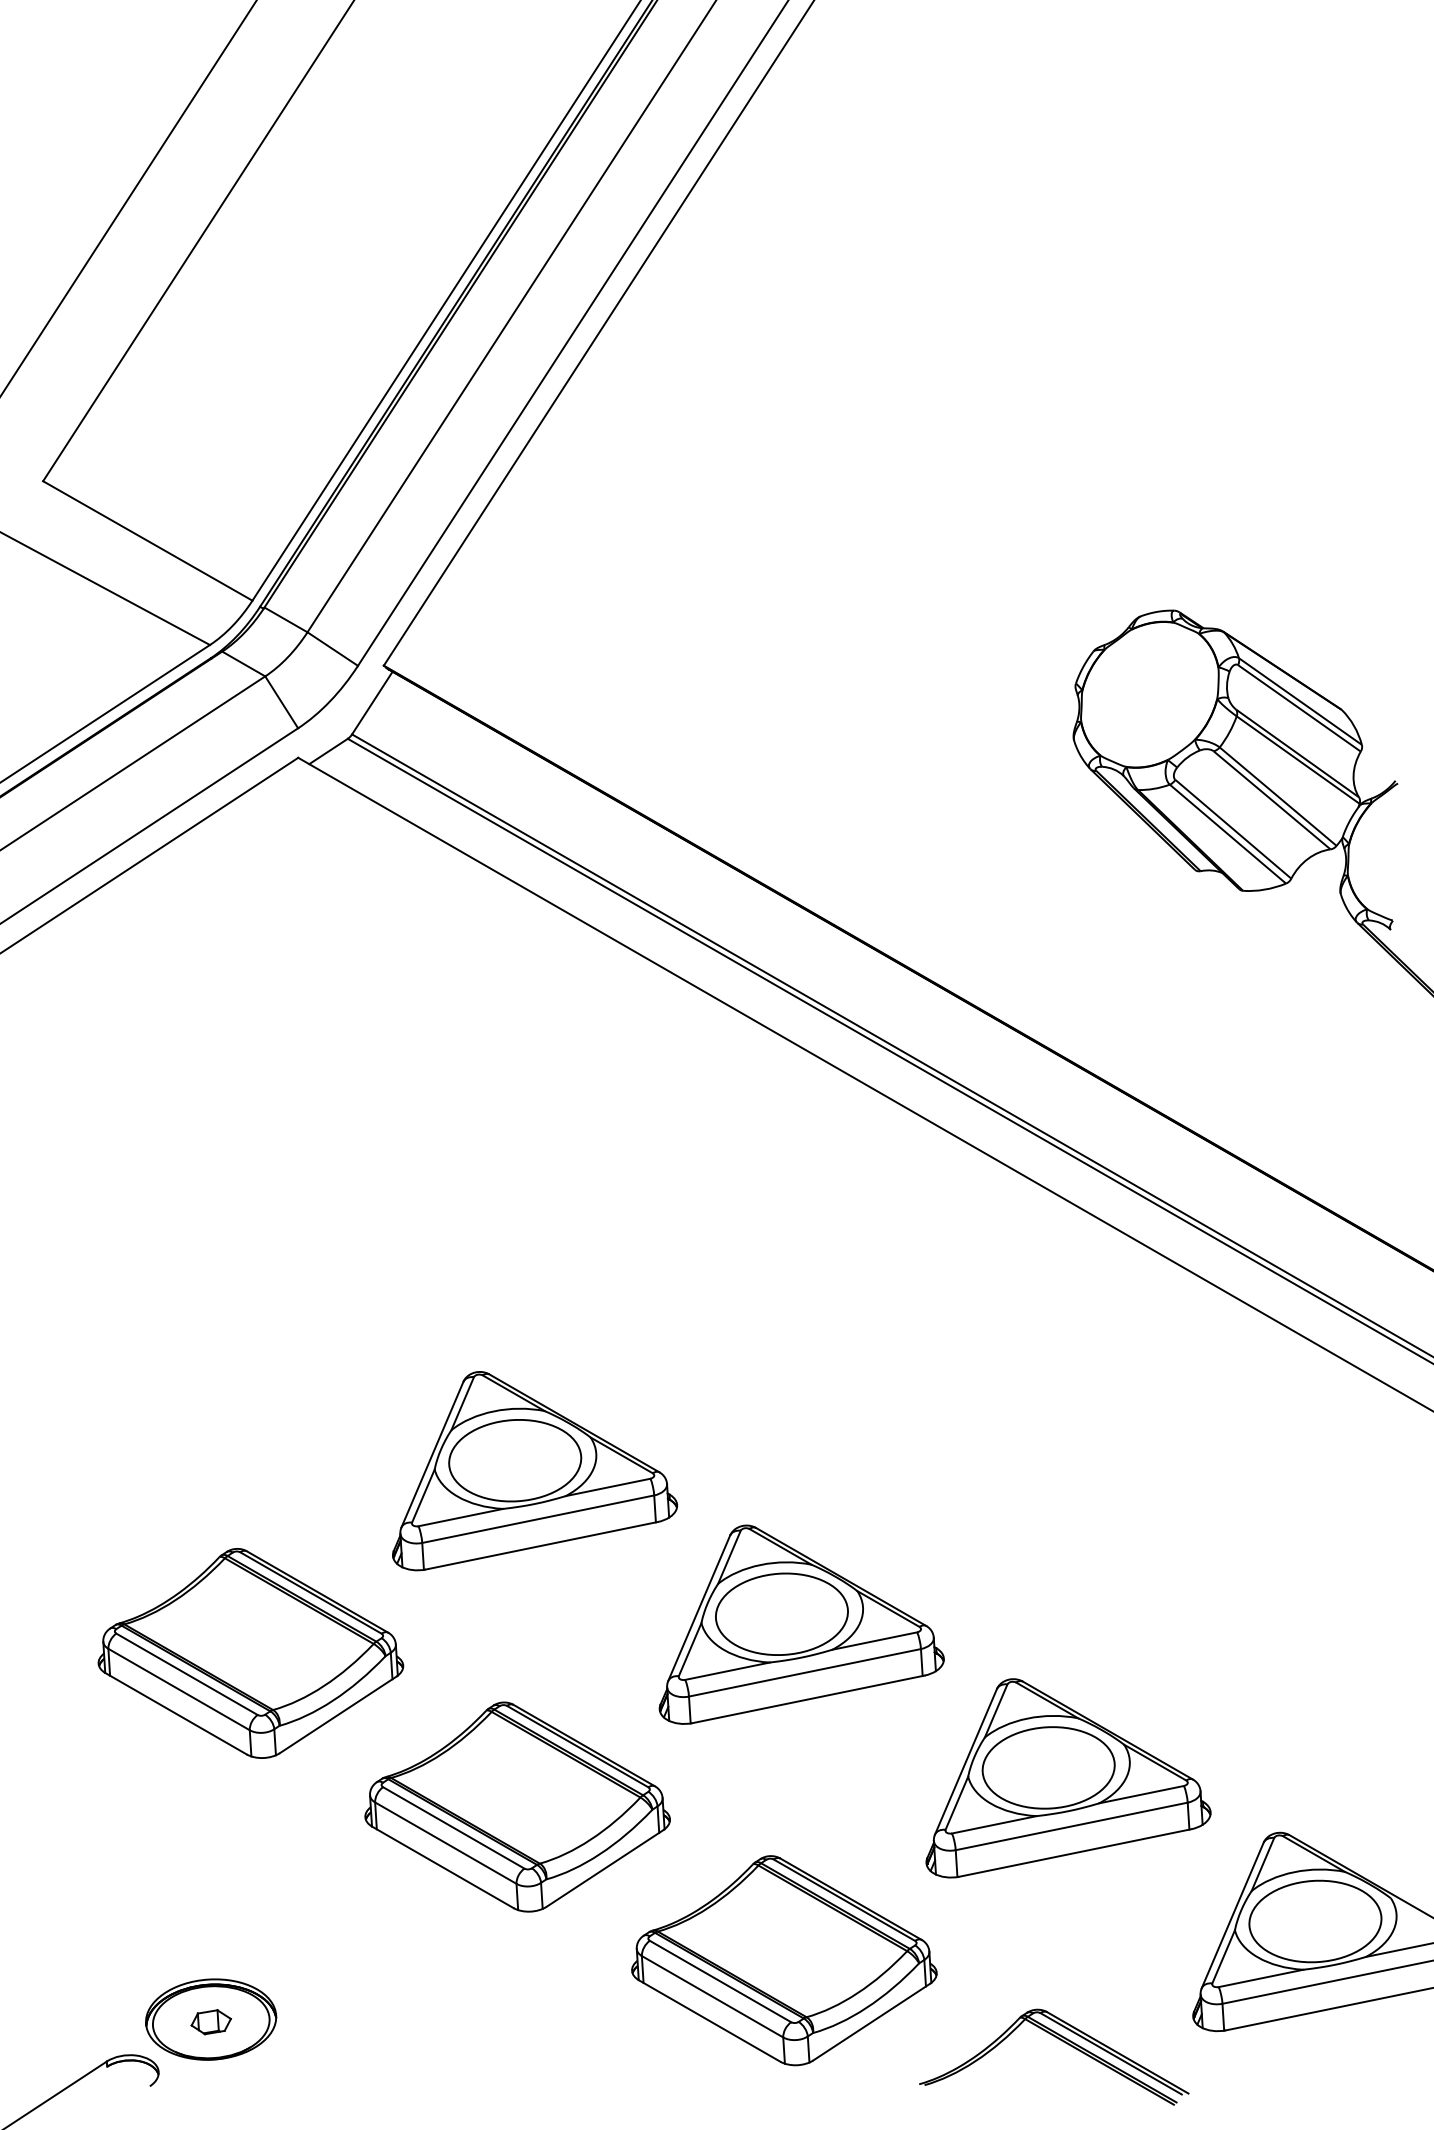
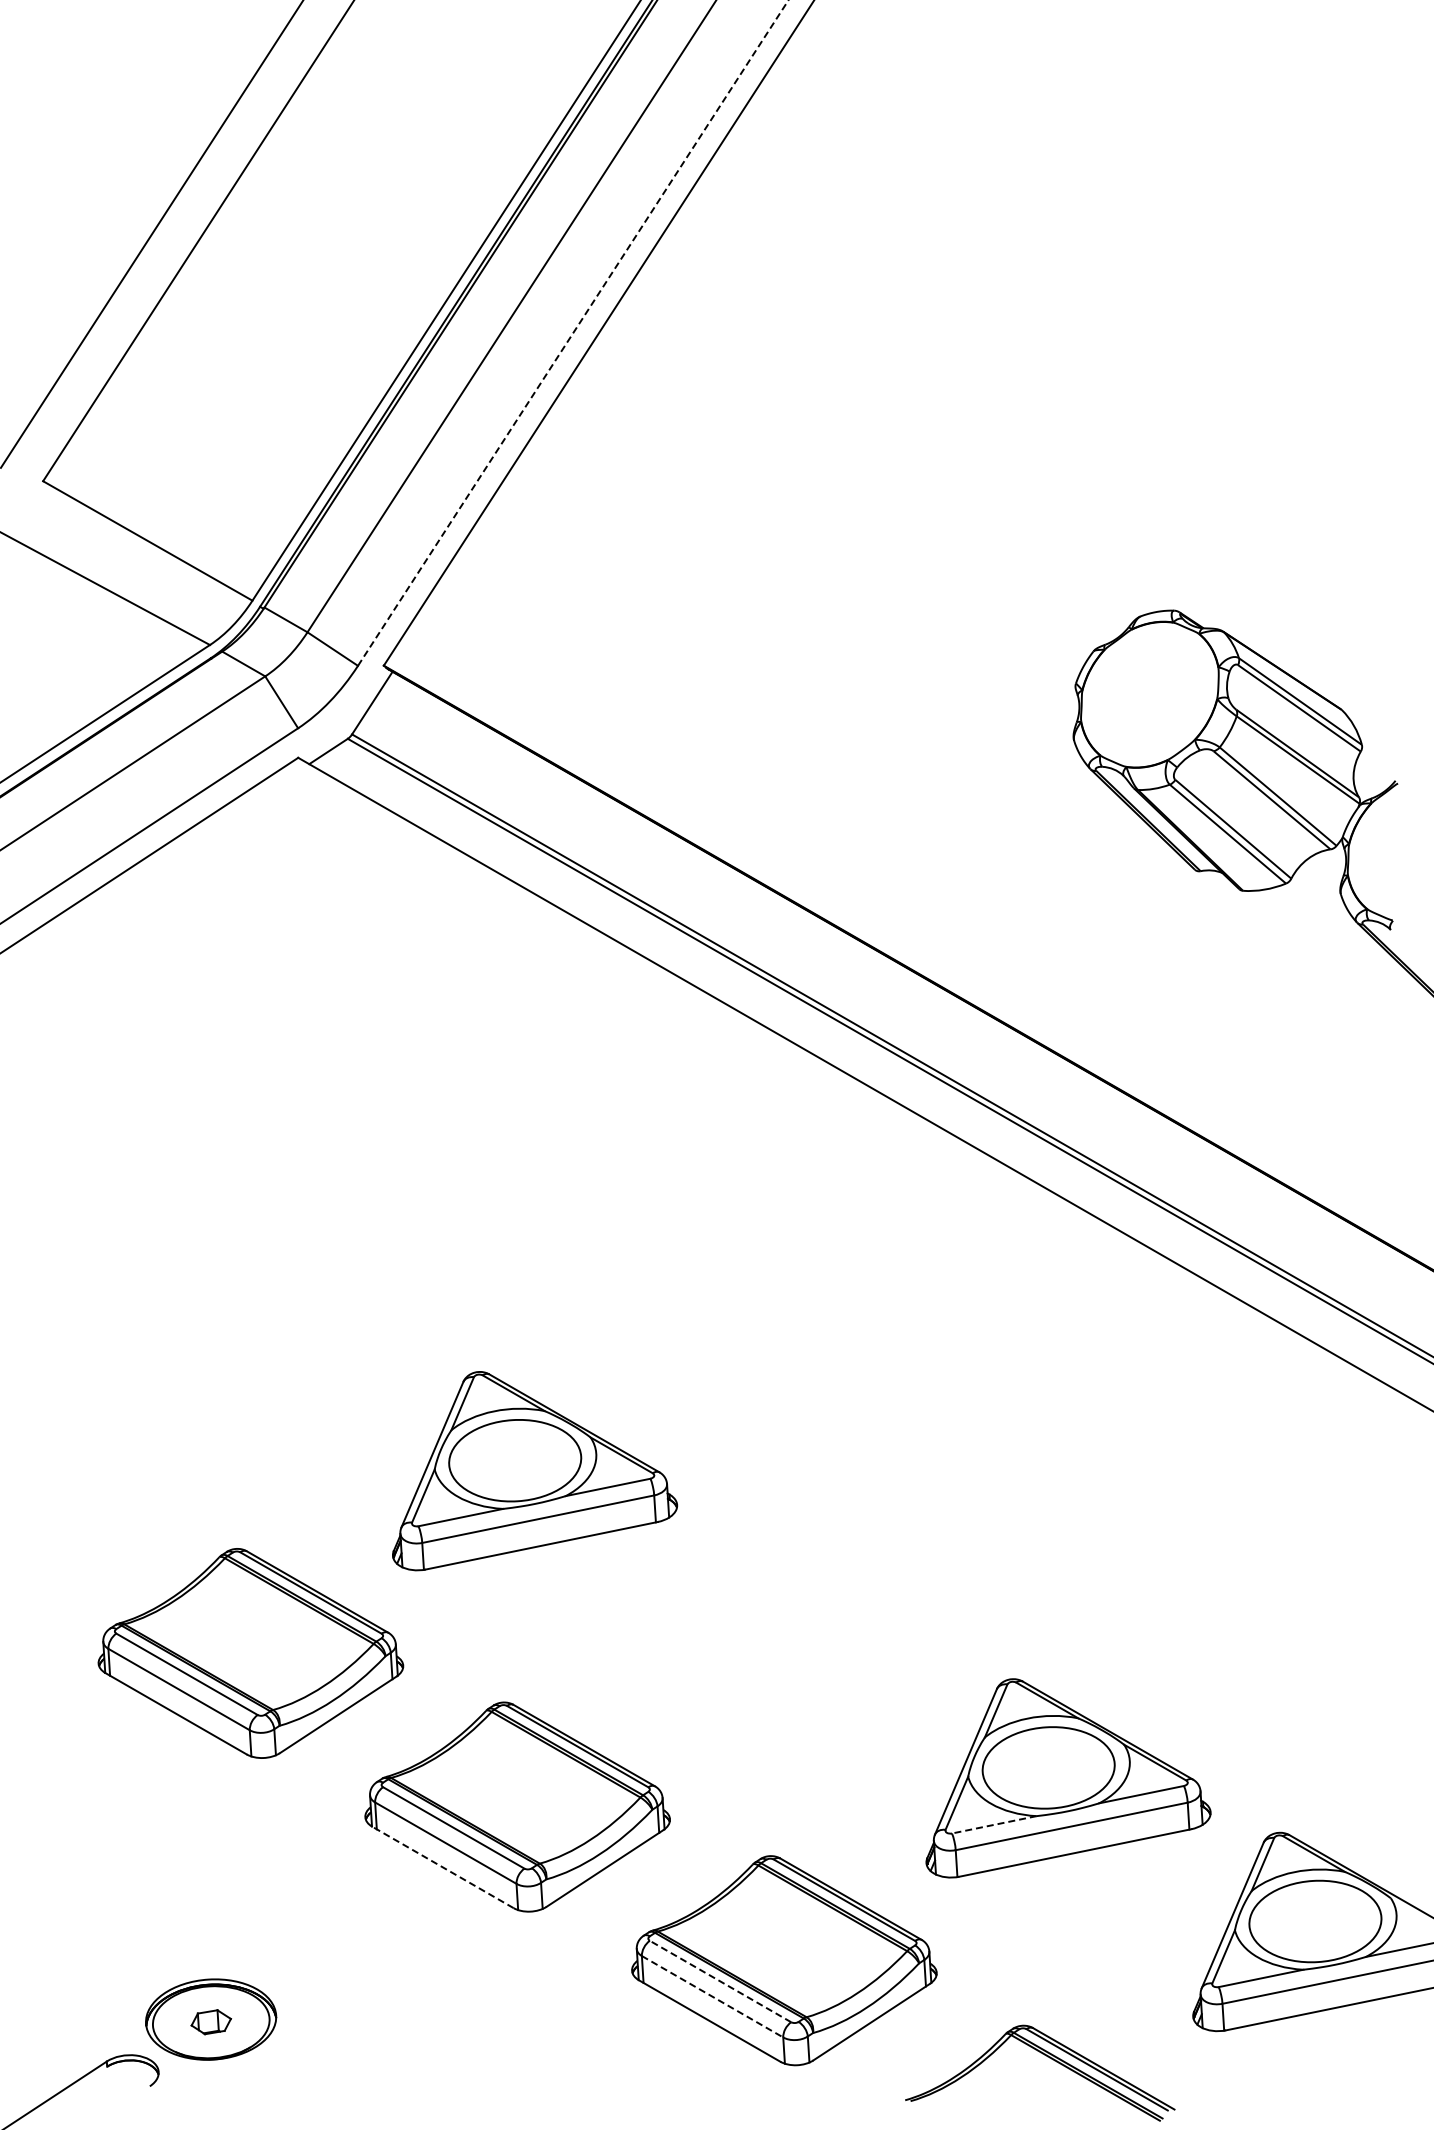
line at (128, 198) position: (128, 198) -> (151, 234)
line at (573, 332): solid -> dashed
part at (801, 1624): present -> none
line at (993, 1824): solid -> dashed
line at (442, 1867): solid -> dashed
line at (720, 1981): solid -> dashed
line at (712, 1996): solid -> dashed
part at (1061, 2041) position: (1061, 2041) -> (1047, 2057)
